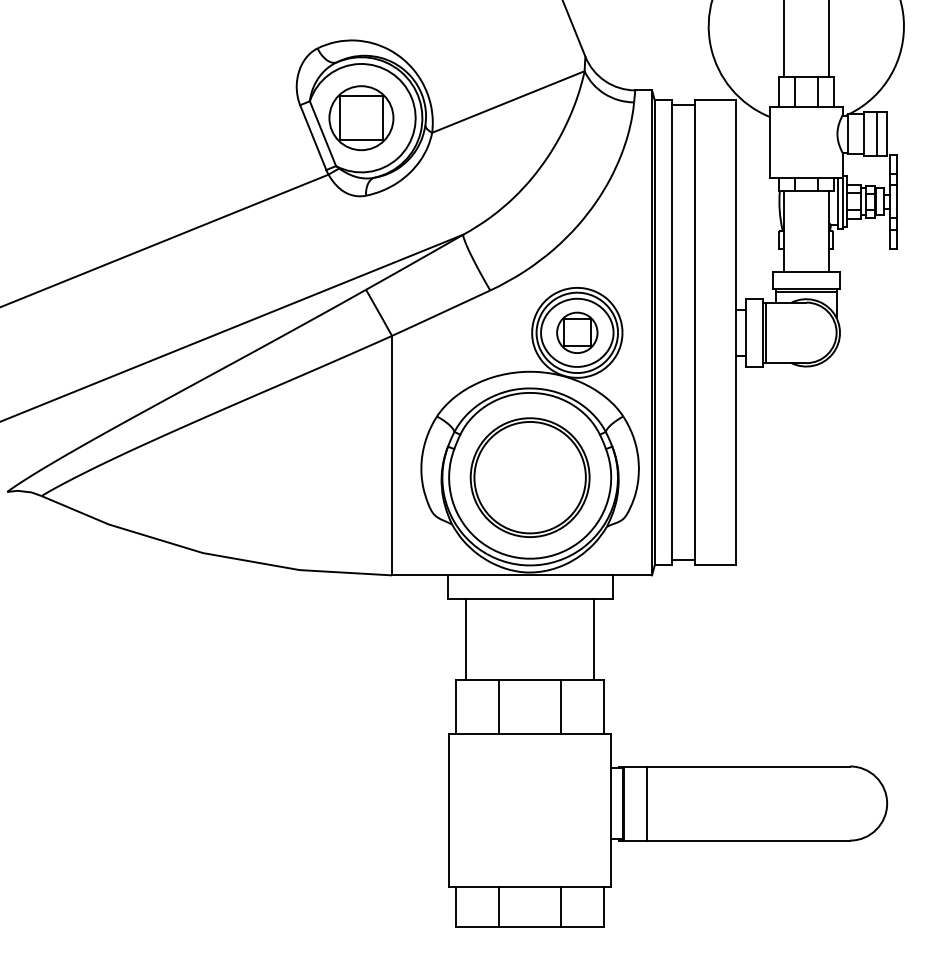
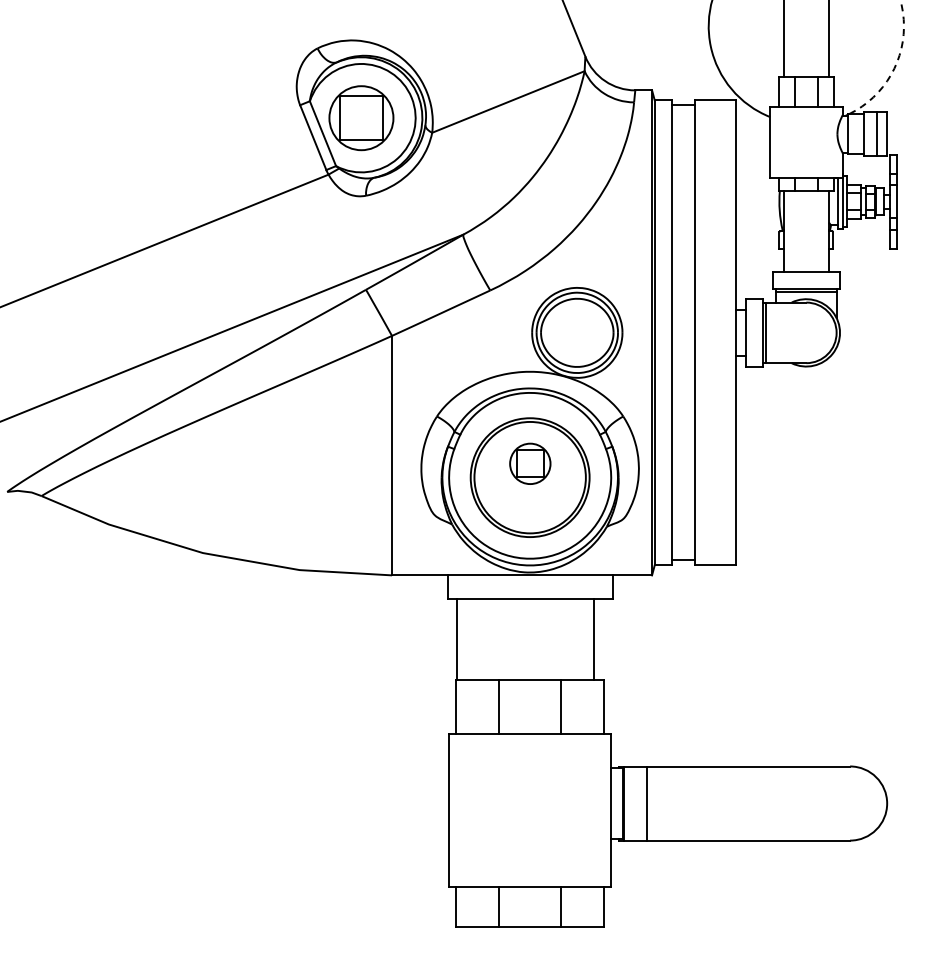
arc at (895, 66): solid -> dashed
part at (577, 332) position: (577, 332) -> (530, 463)
line at (466, 638) position: (466, 638) -> (457, 638)
